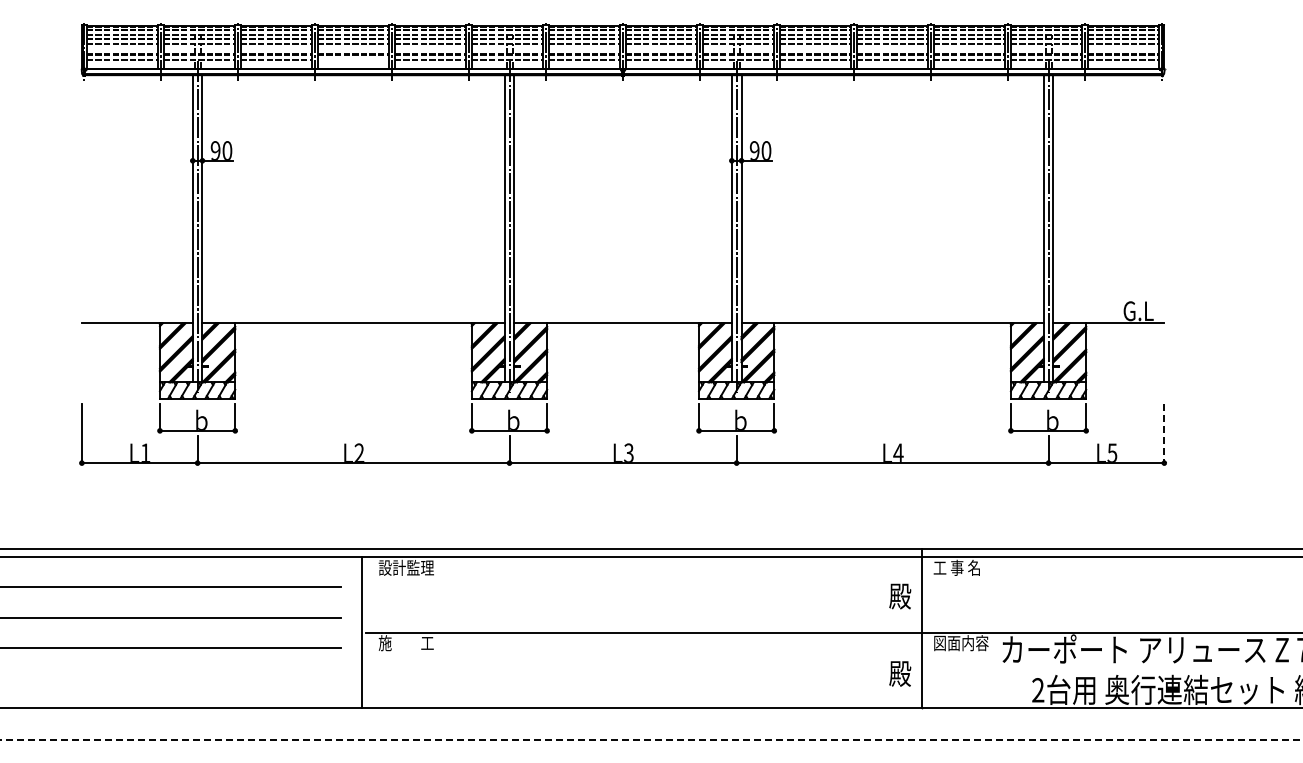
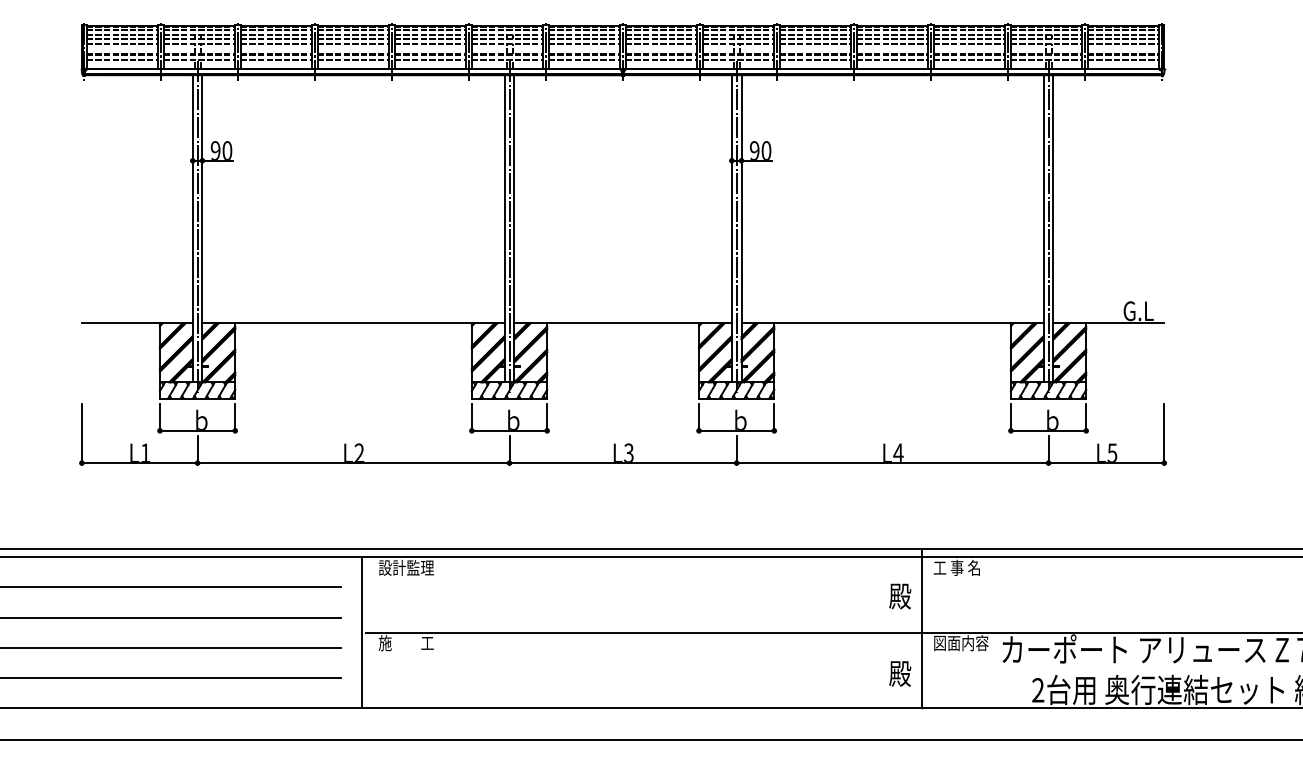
line at (353, 59): none -> present
line at (1164, 433): dashed -> solid
line at (171, 677): none -> present
line at (651, 740): dashed -> solid
